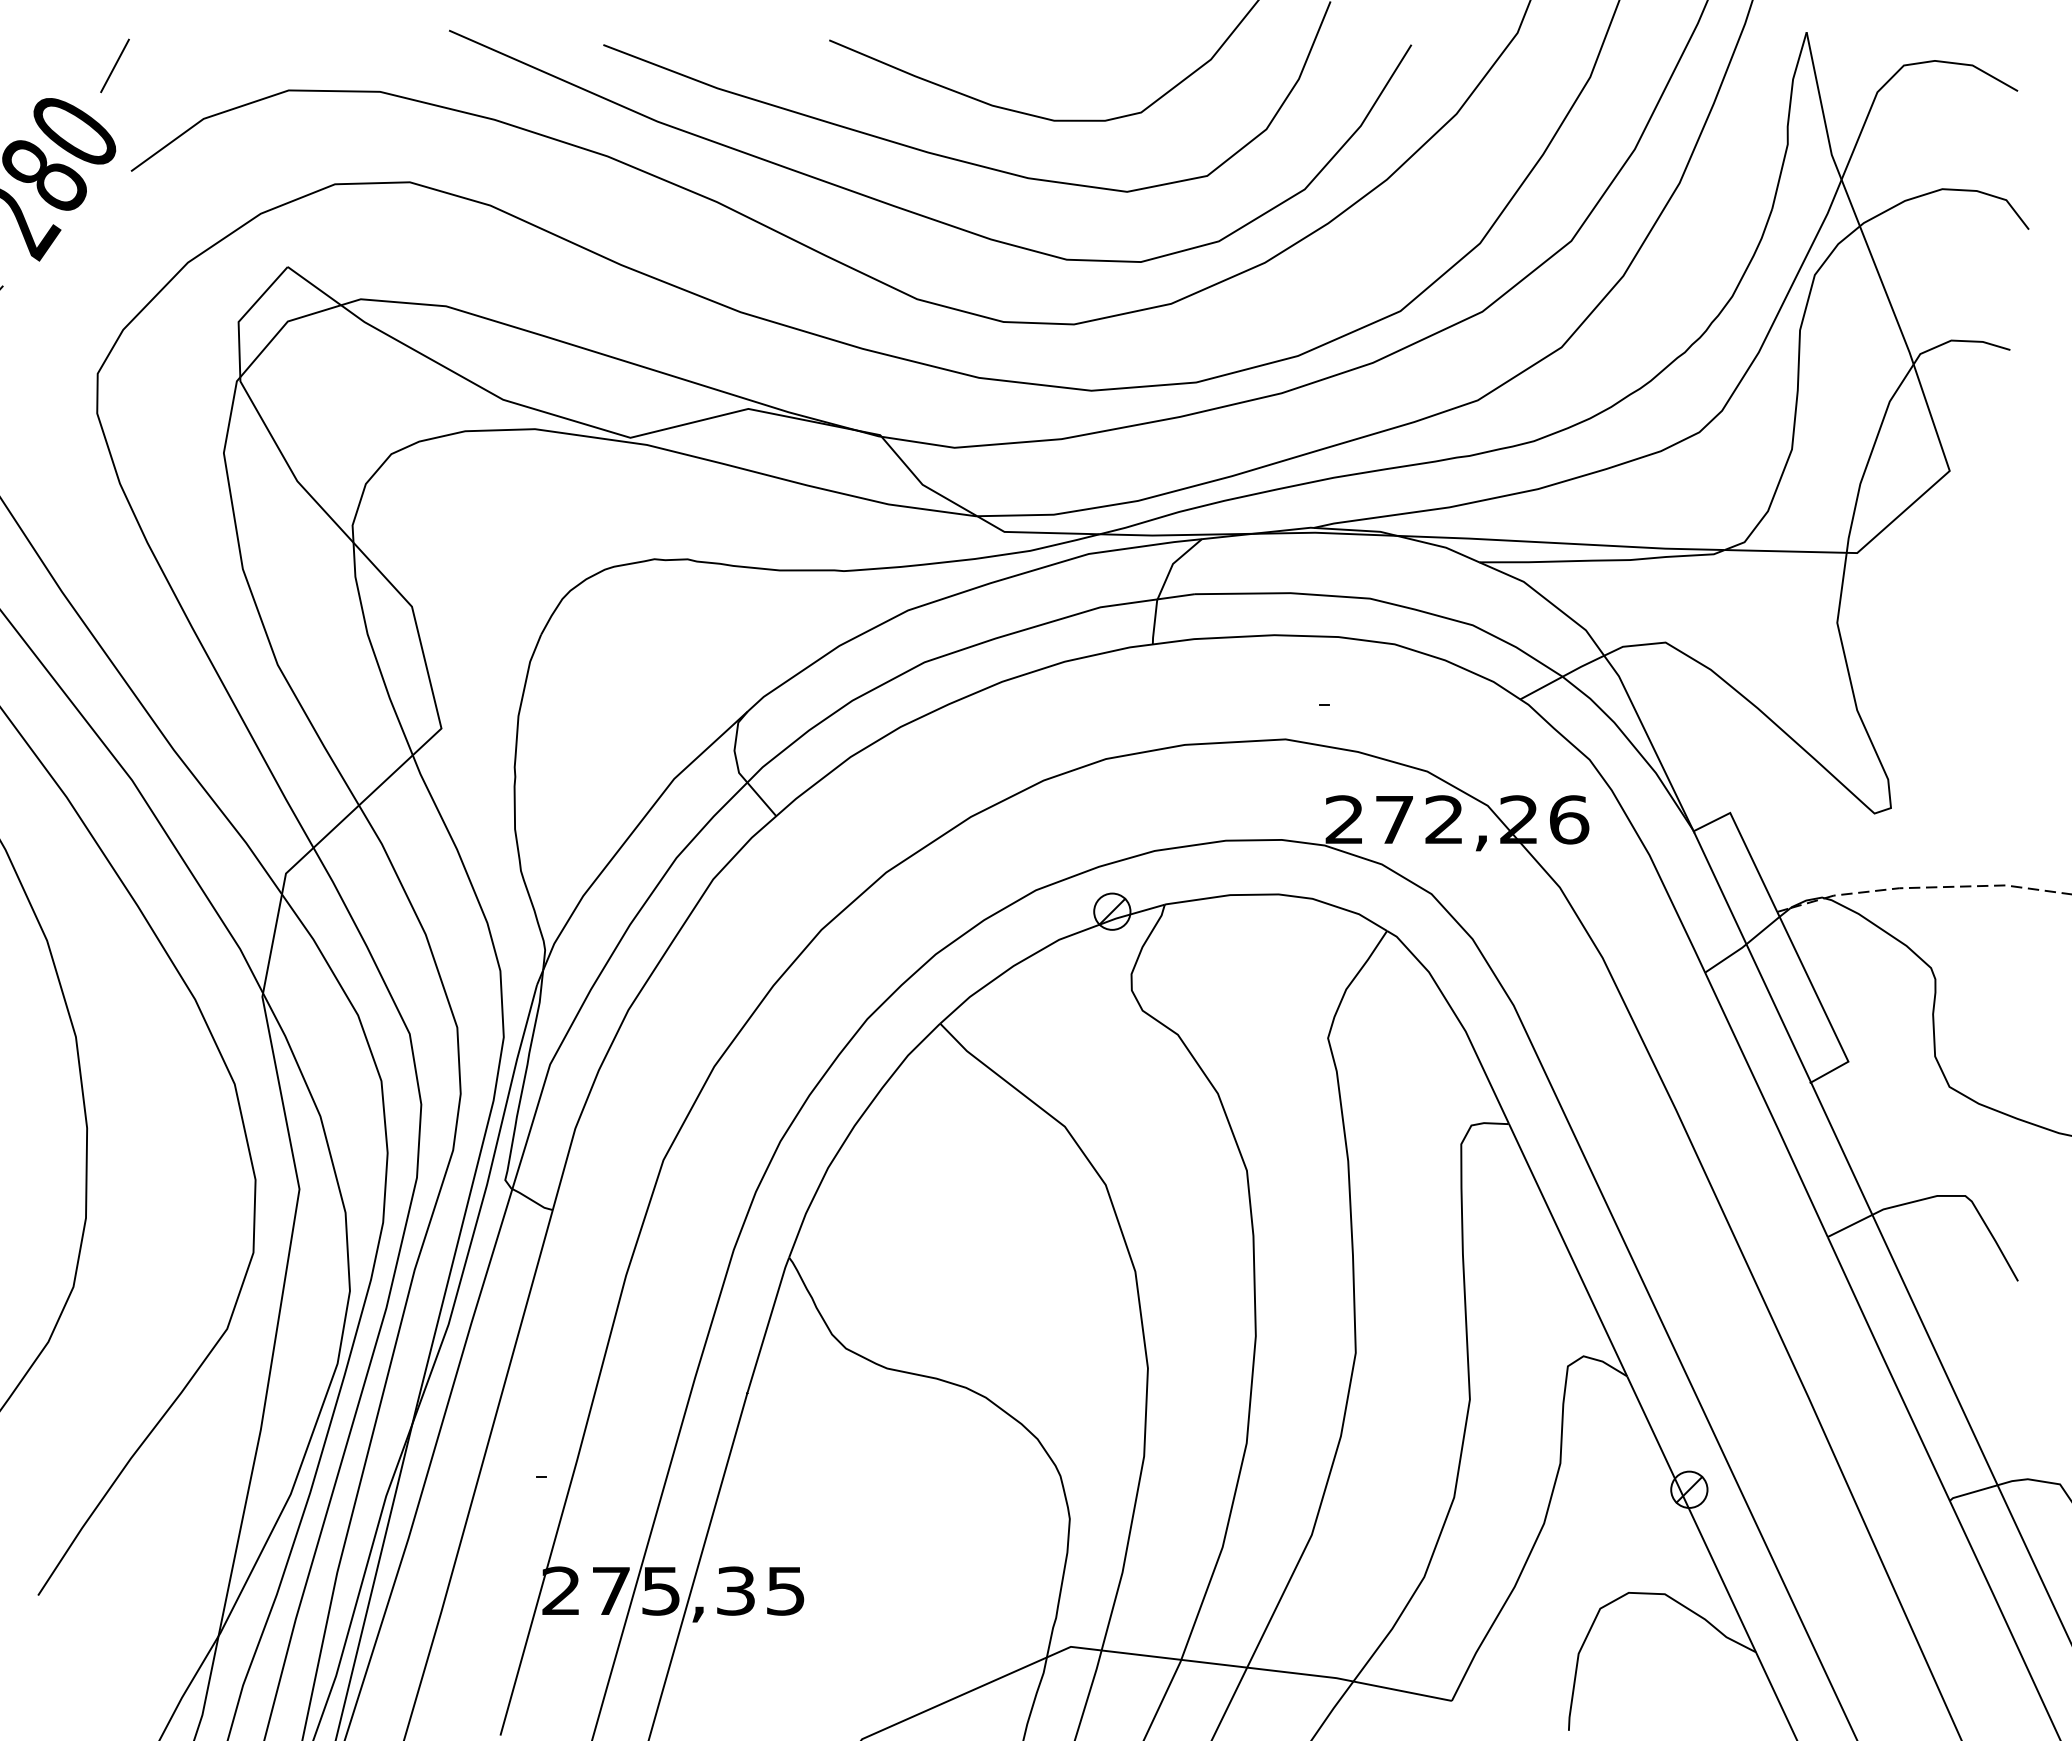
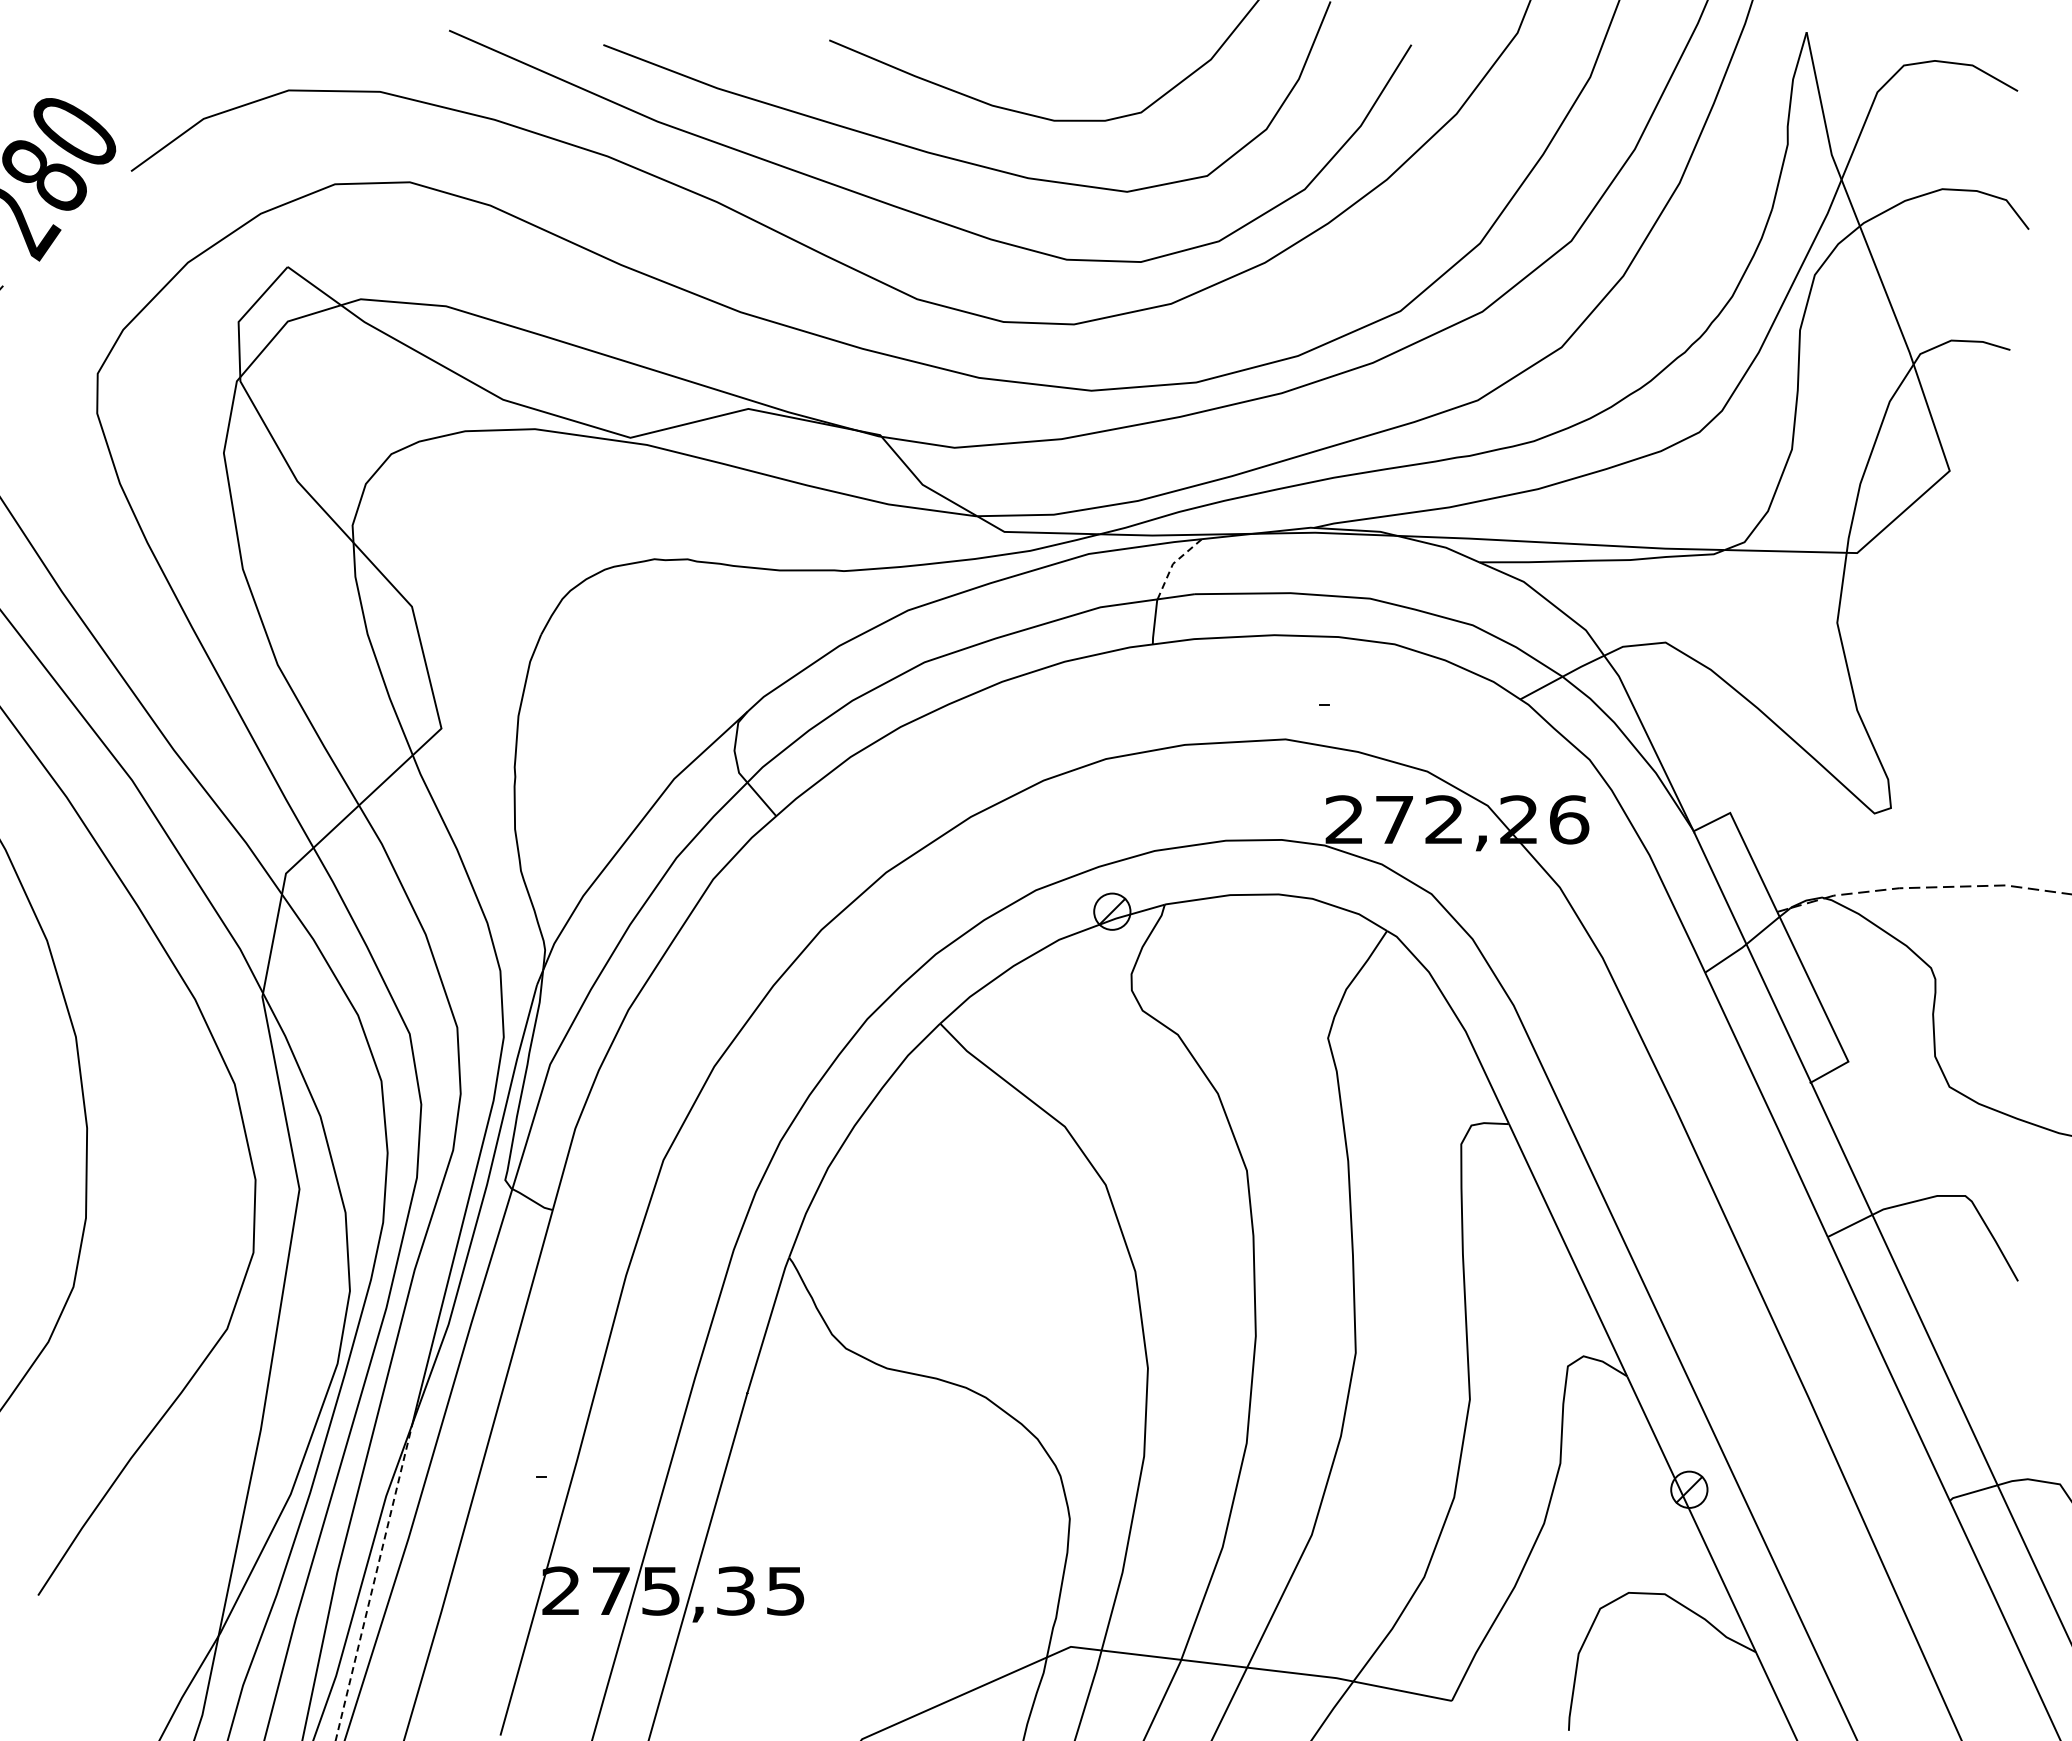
line at (114, 65): present -> none
line at (1173, 563): solid -> dashed
line at (374, 1582): solid -> dashed
